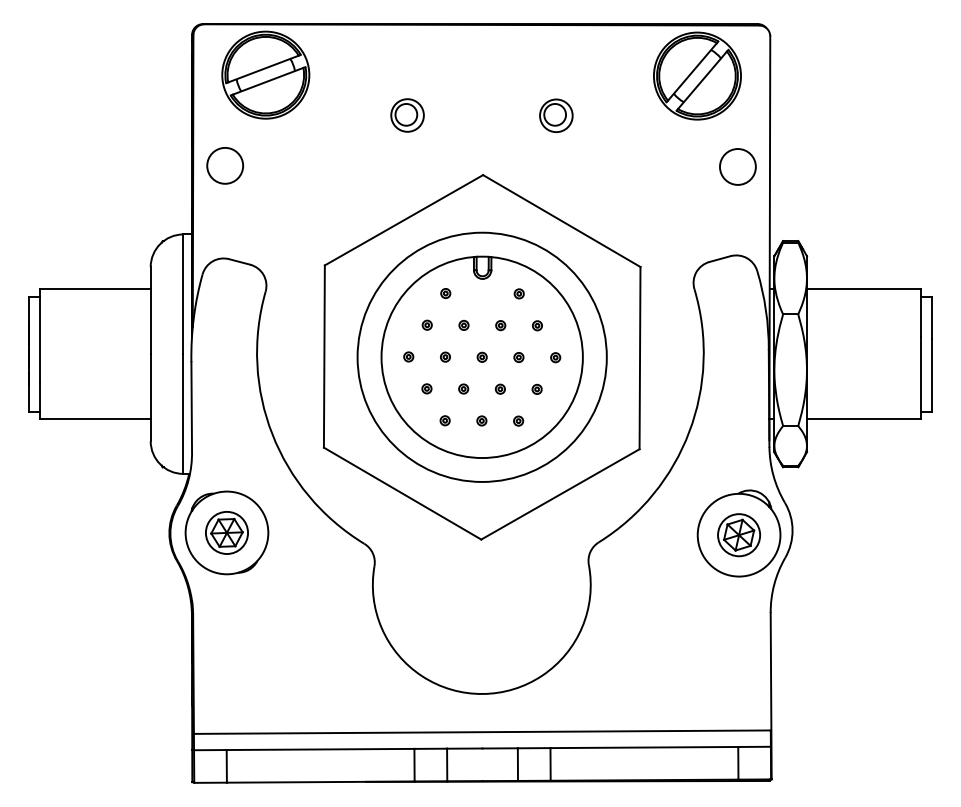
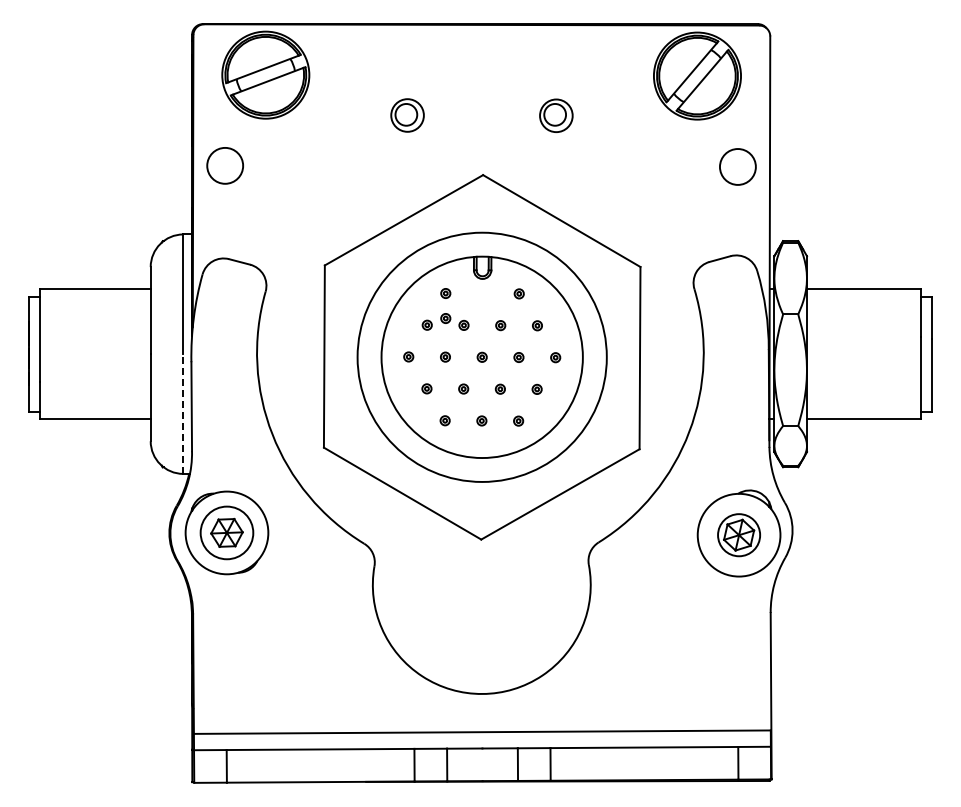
part at (445, 318): none -> present
line at (183, 414): solid -> dashed
circle at (226, 532) diameter: 42 px -> 53 px
